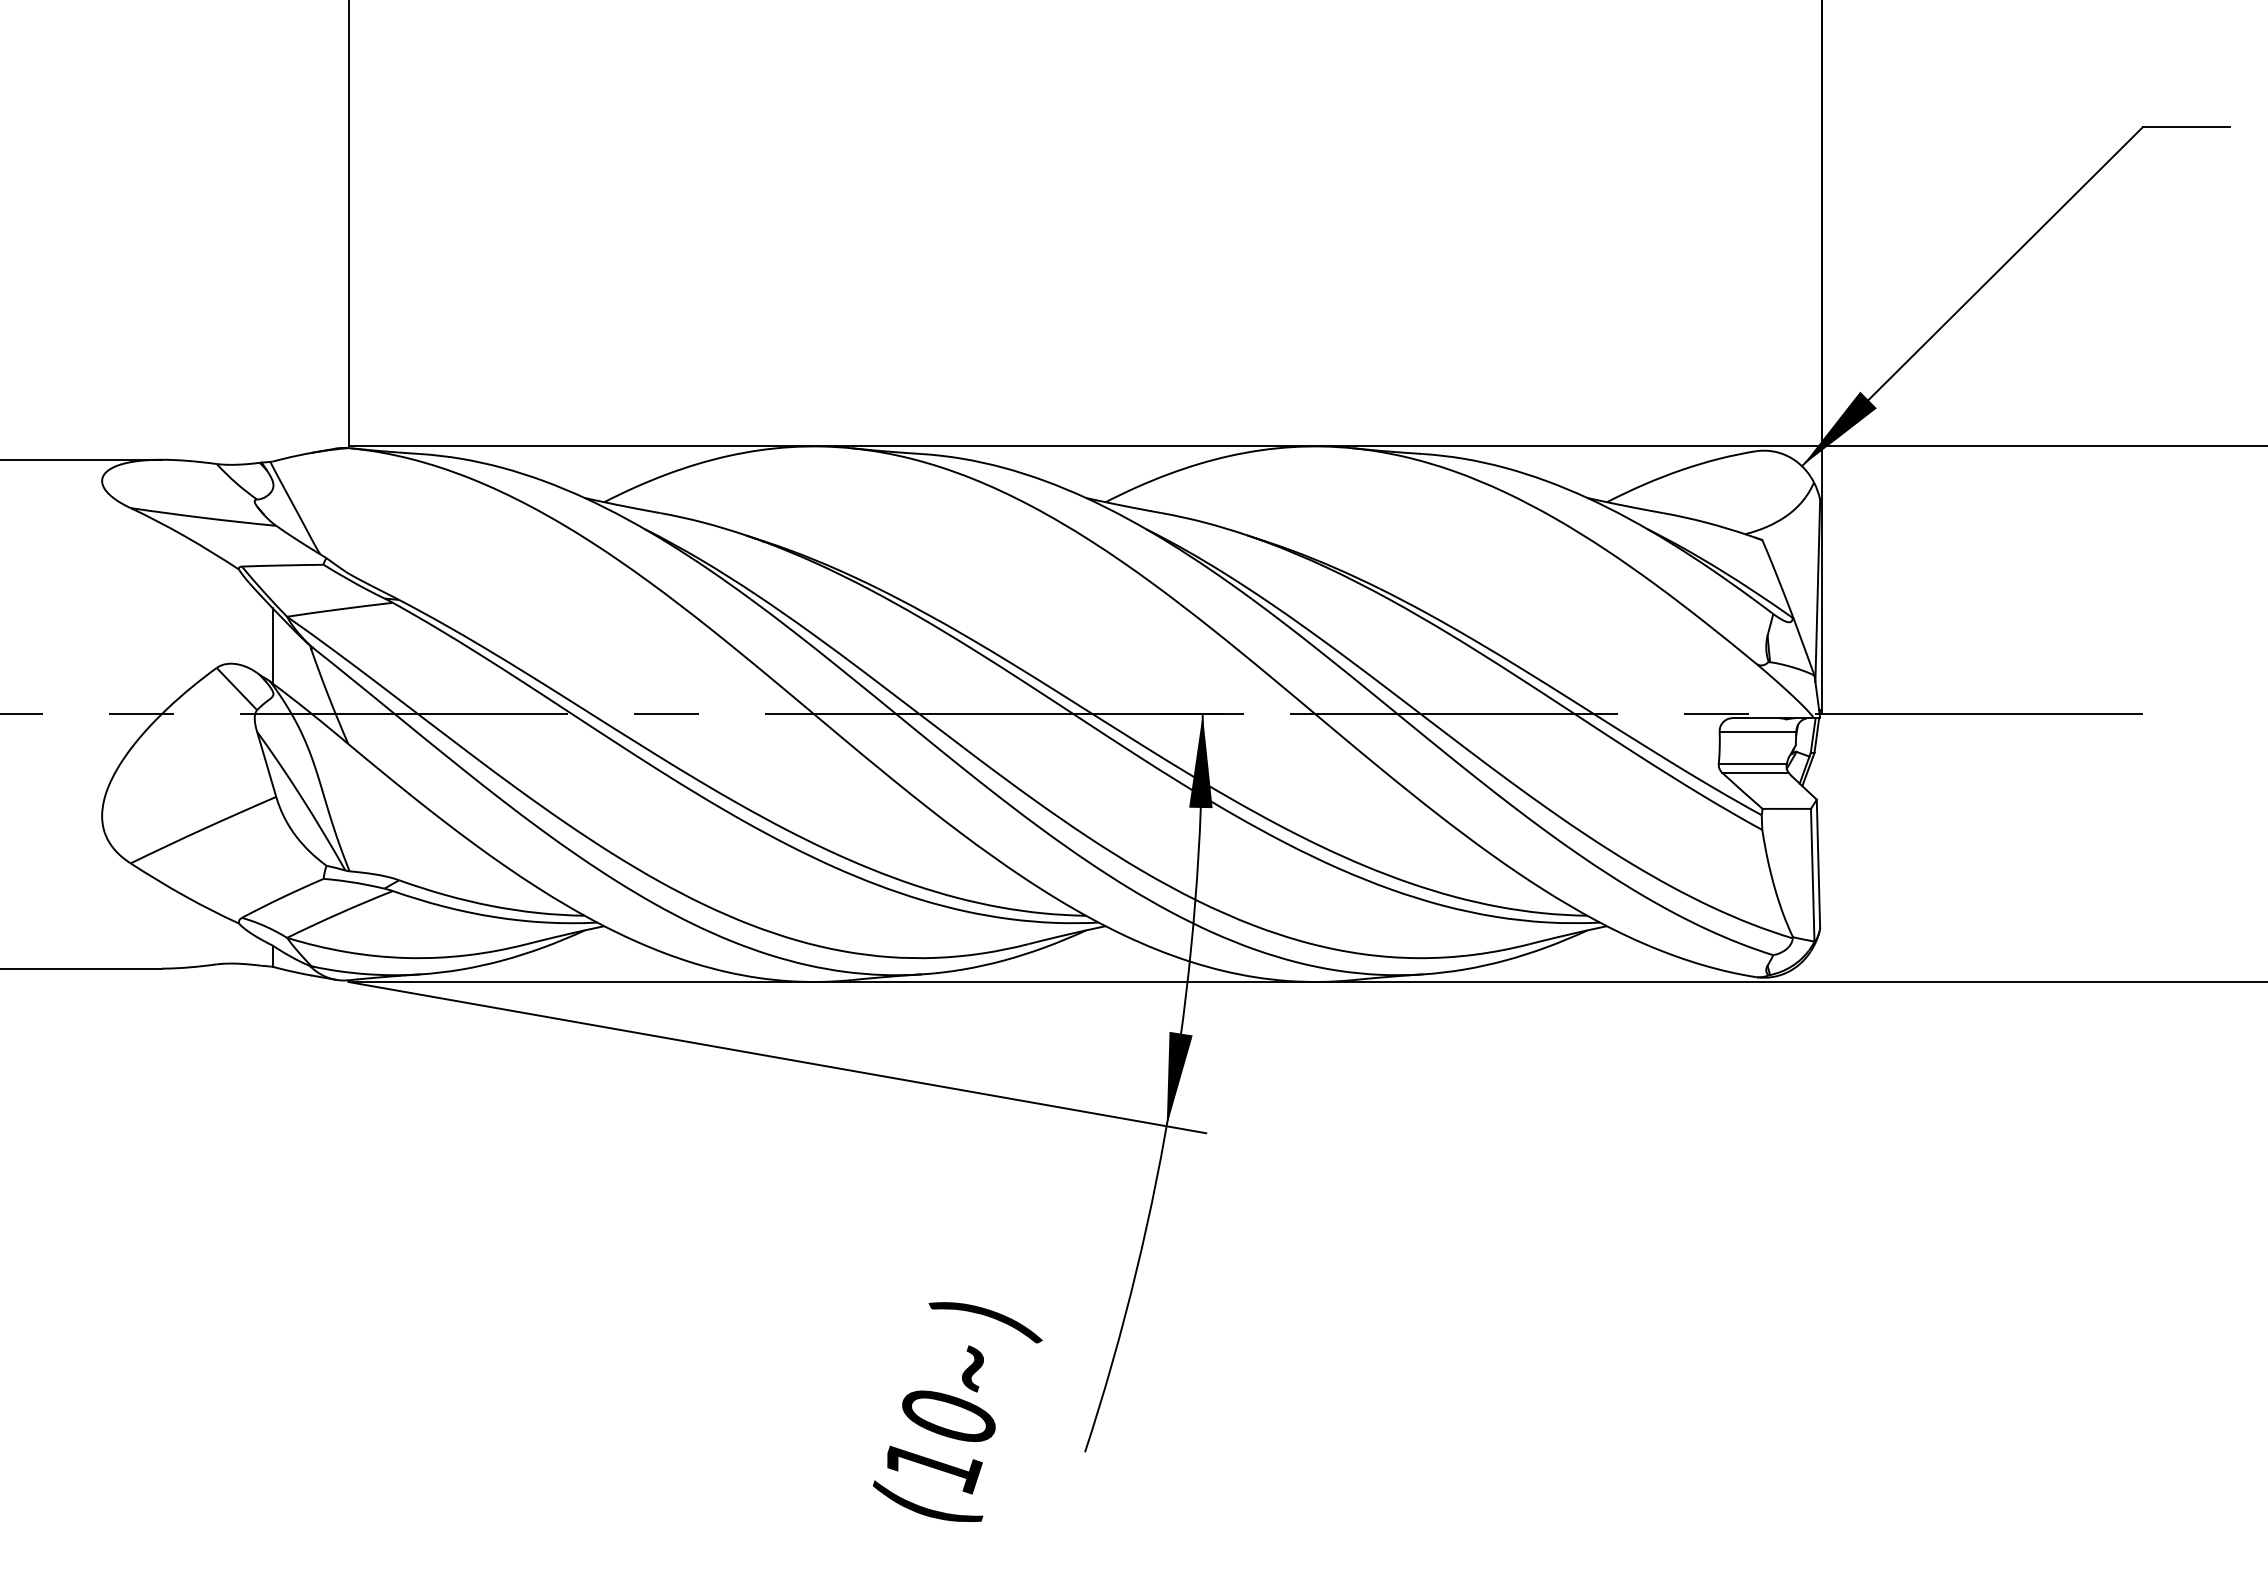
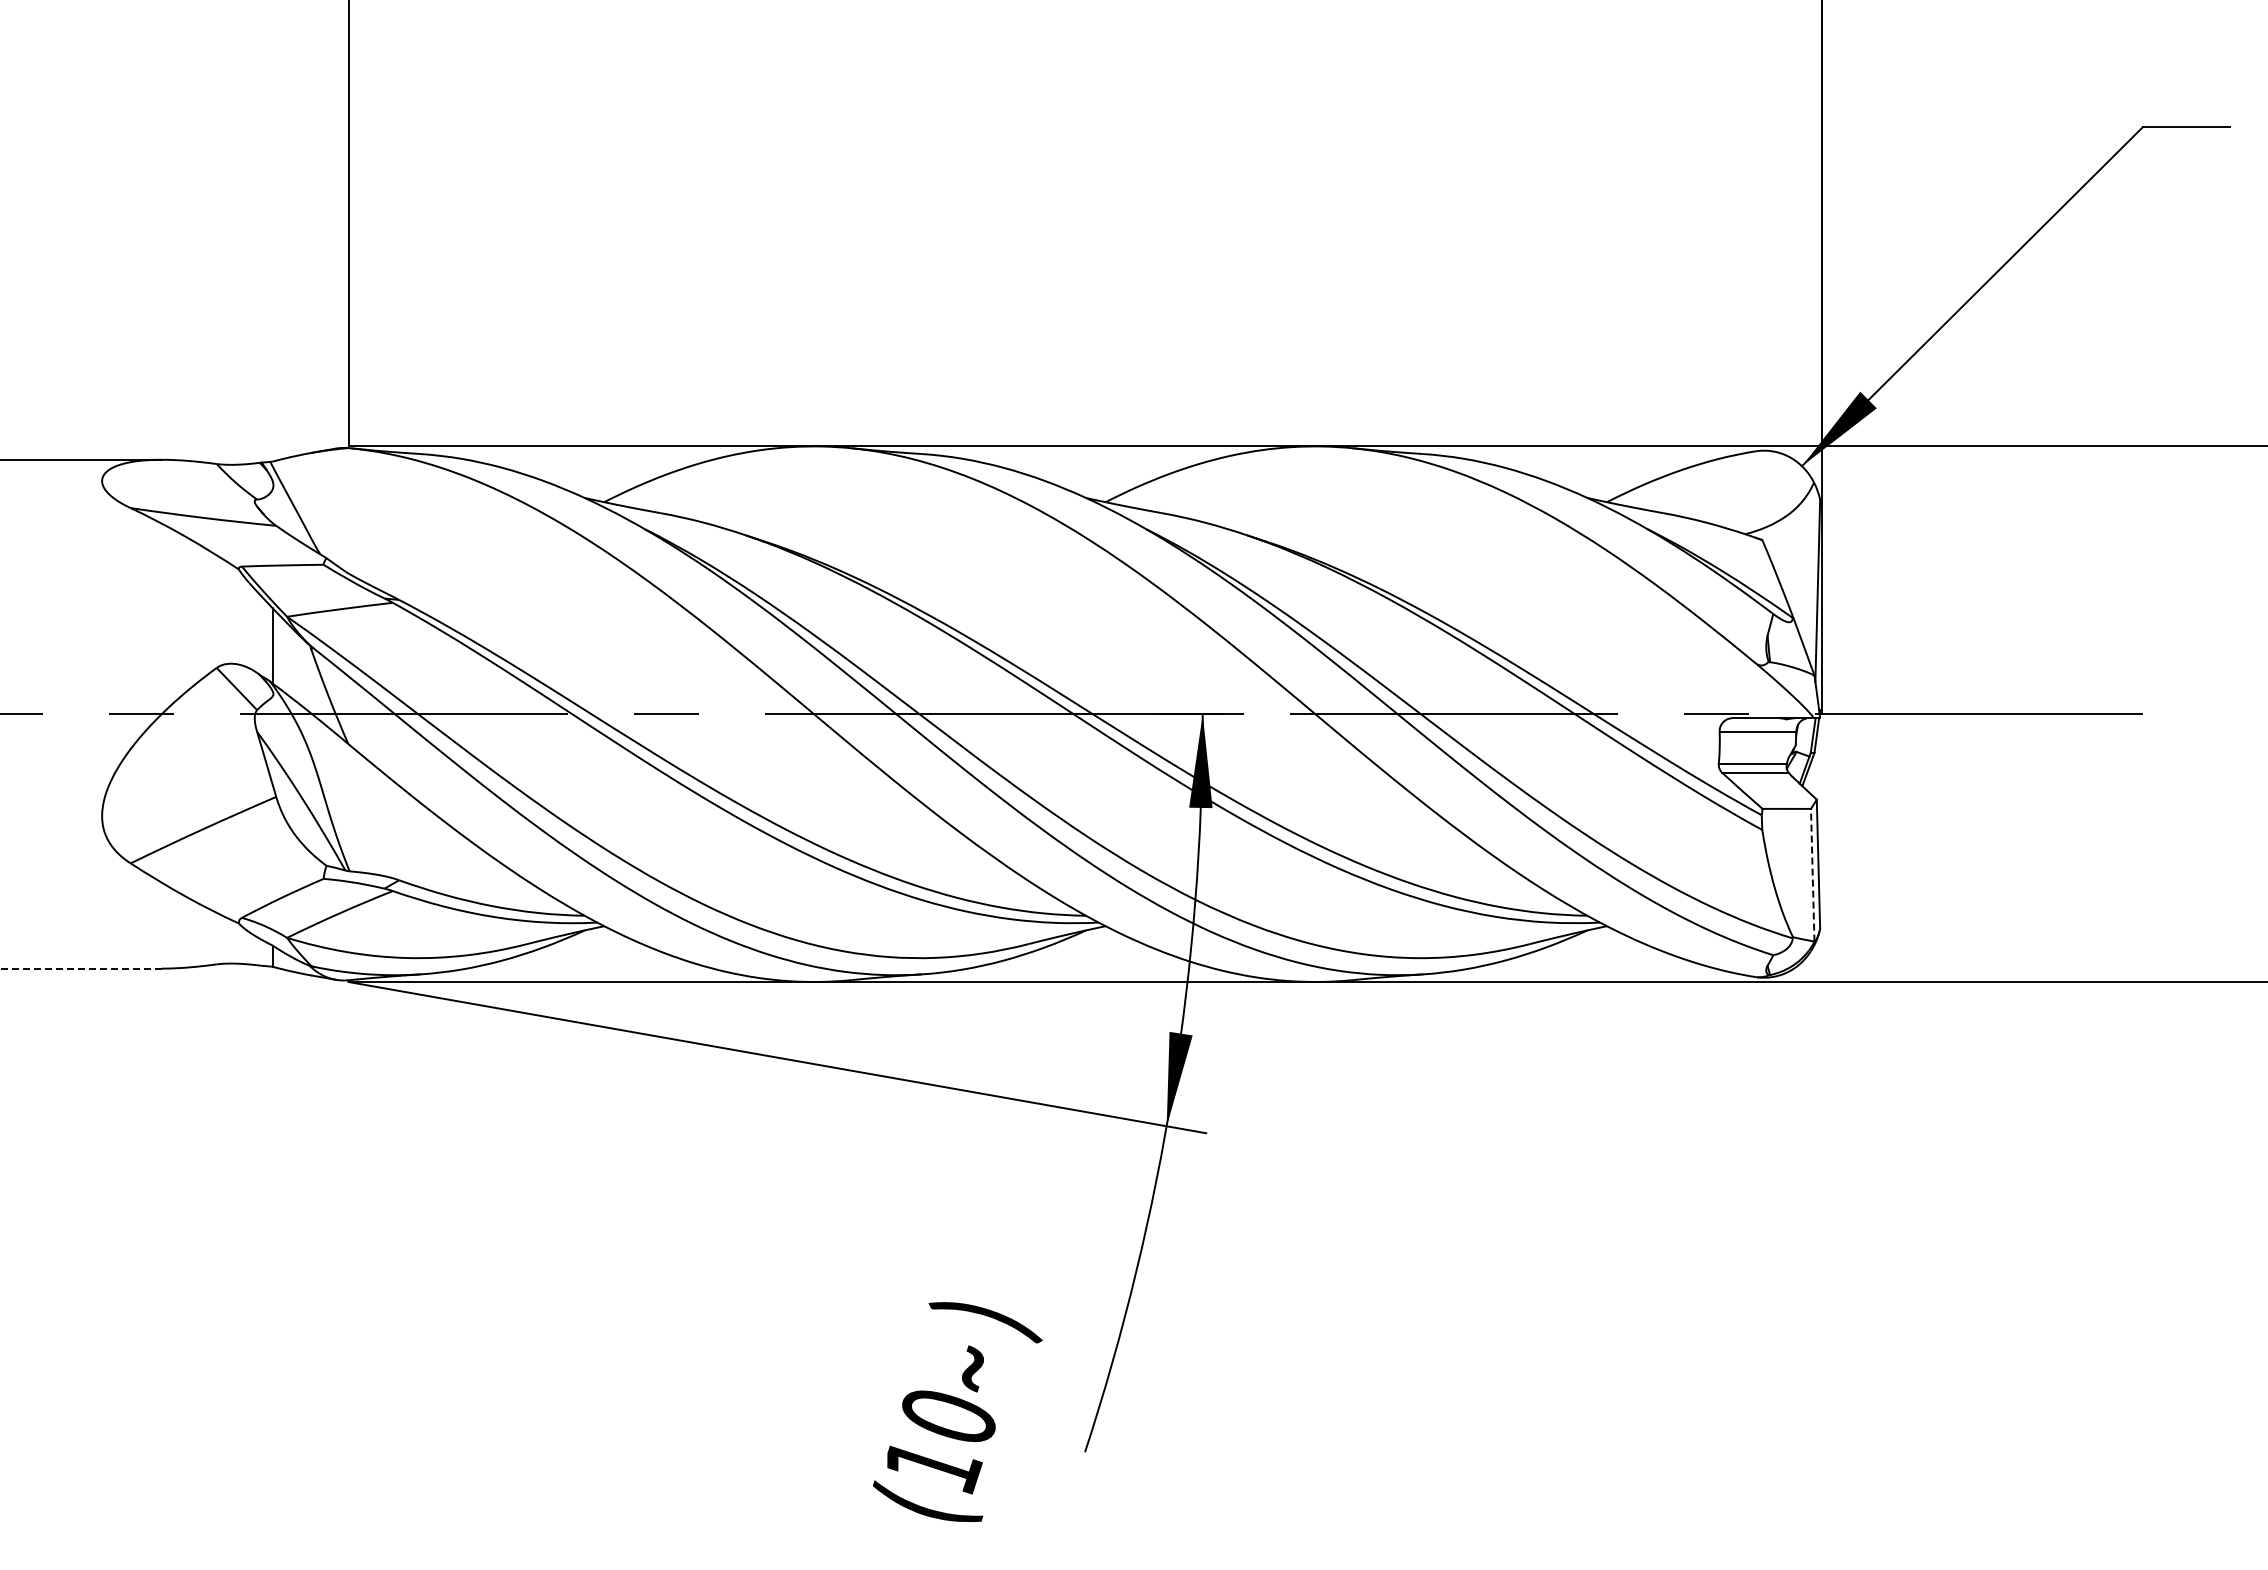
line at (1812, 874): solid -> dashed
line at (80, 968): solid -> dashed
